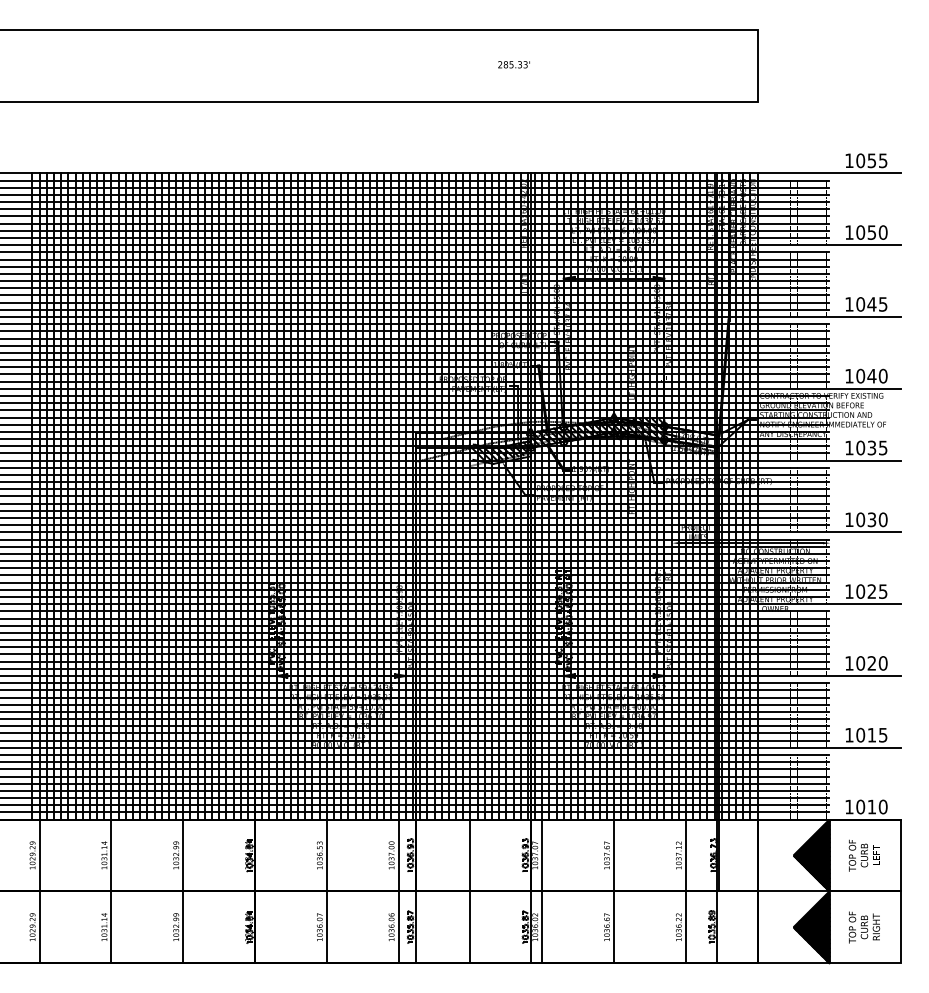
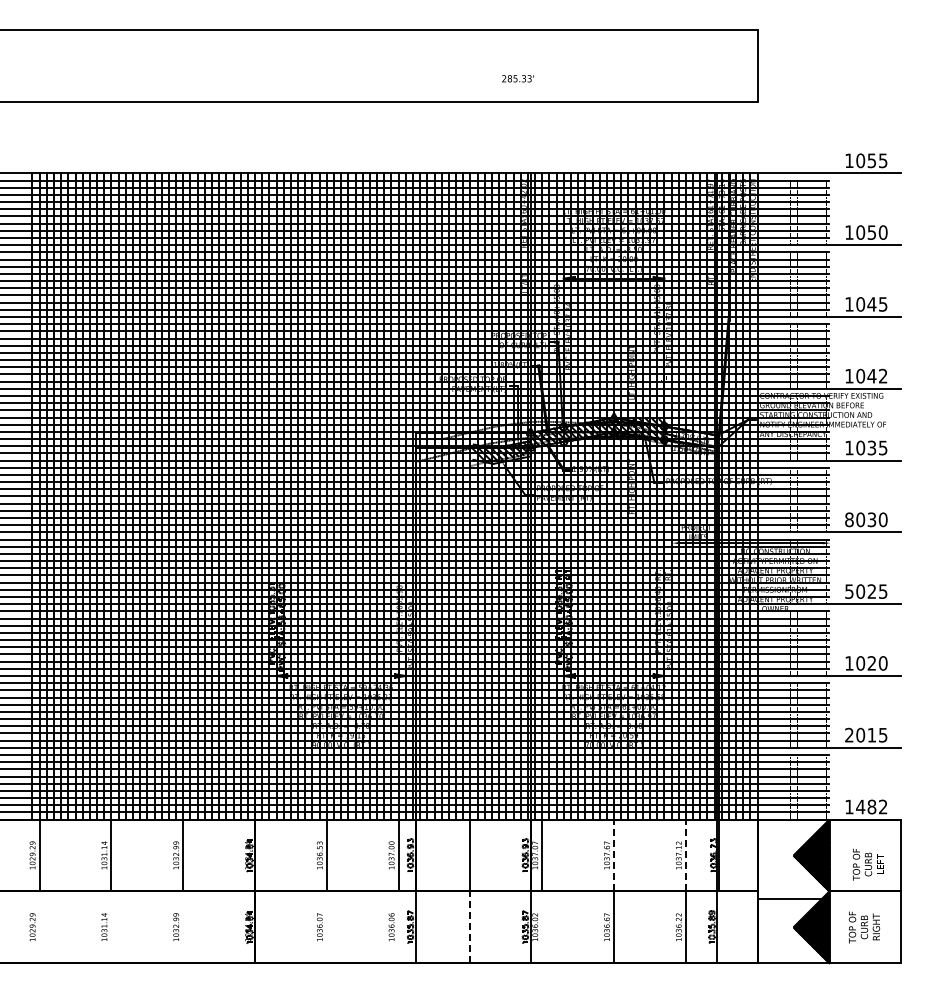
text at (513, 64) position: (513, 64) -> (517, 78)
text at (882, 376): 1040 -> 1042
text at (849, 519): 1030 -> 8030
text at (849, 591): 1025 -> 5025
text at (849, 734): 1015 -> 2015
text at (871, 806): 1010 -> 1482
line at (614, 855): solid -> dashed
line at (685, 855): solid -> dashed
text at (863, 855) position: (863, 855) -> (867, 864)
line at (793, 891) position: (793, 891) -> (793, 899)
line at (39, 927): present -> none
line at (111, 927): present -> none
line at (183, 927): present -> none
line at (326, 927): present -> none
line at (398, 927): present -> none
line at (470, 927): solid -> dashed
line at (542, 927): present -> none
